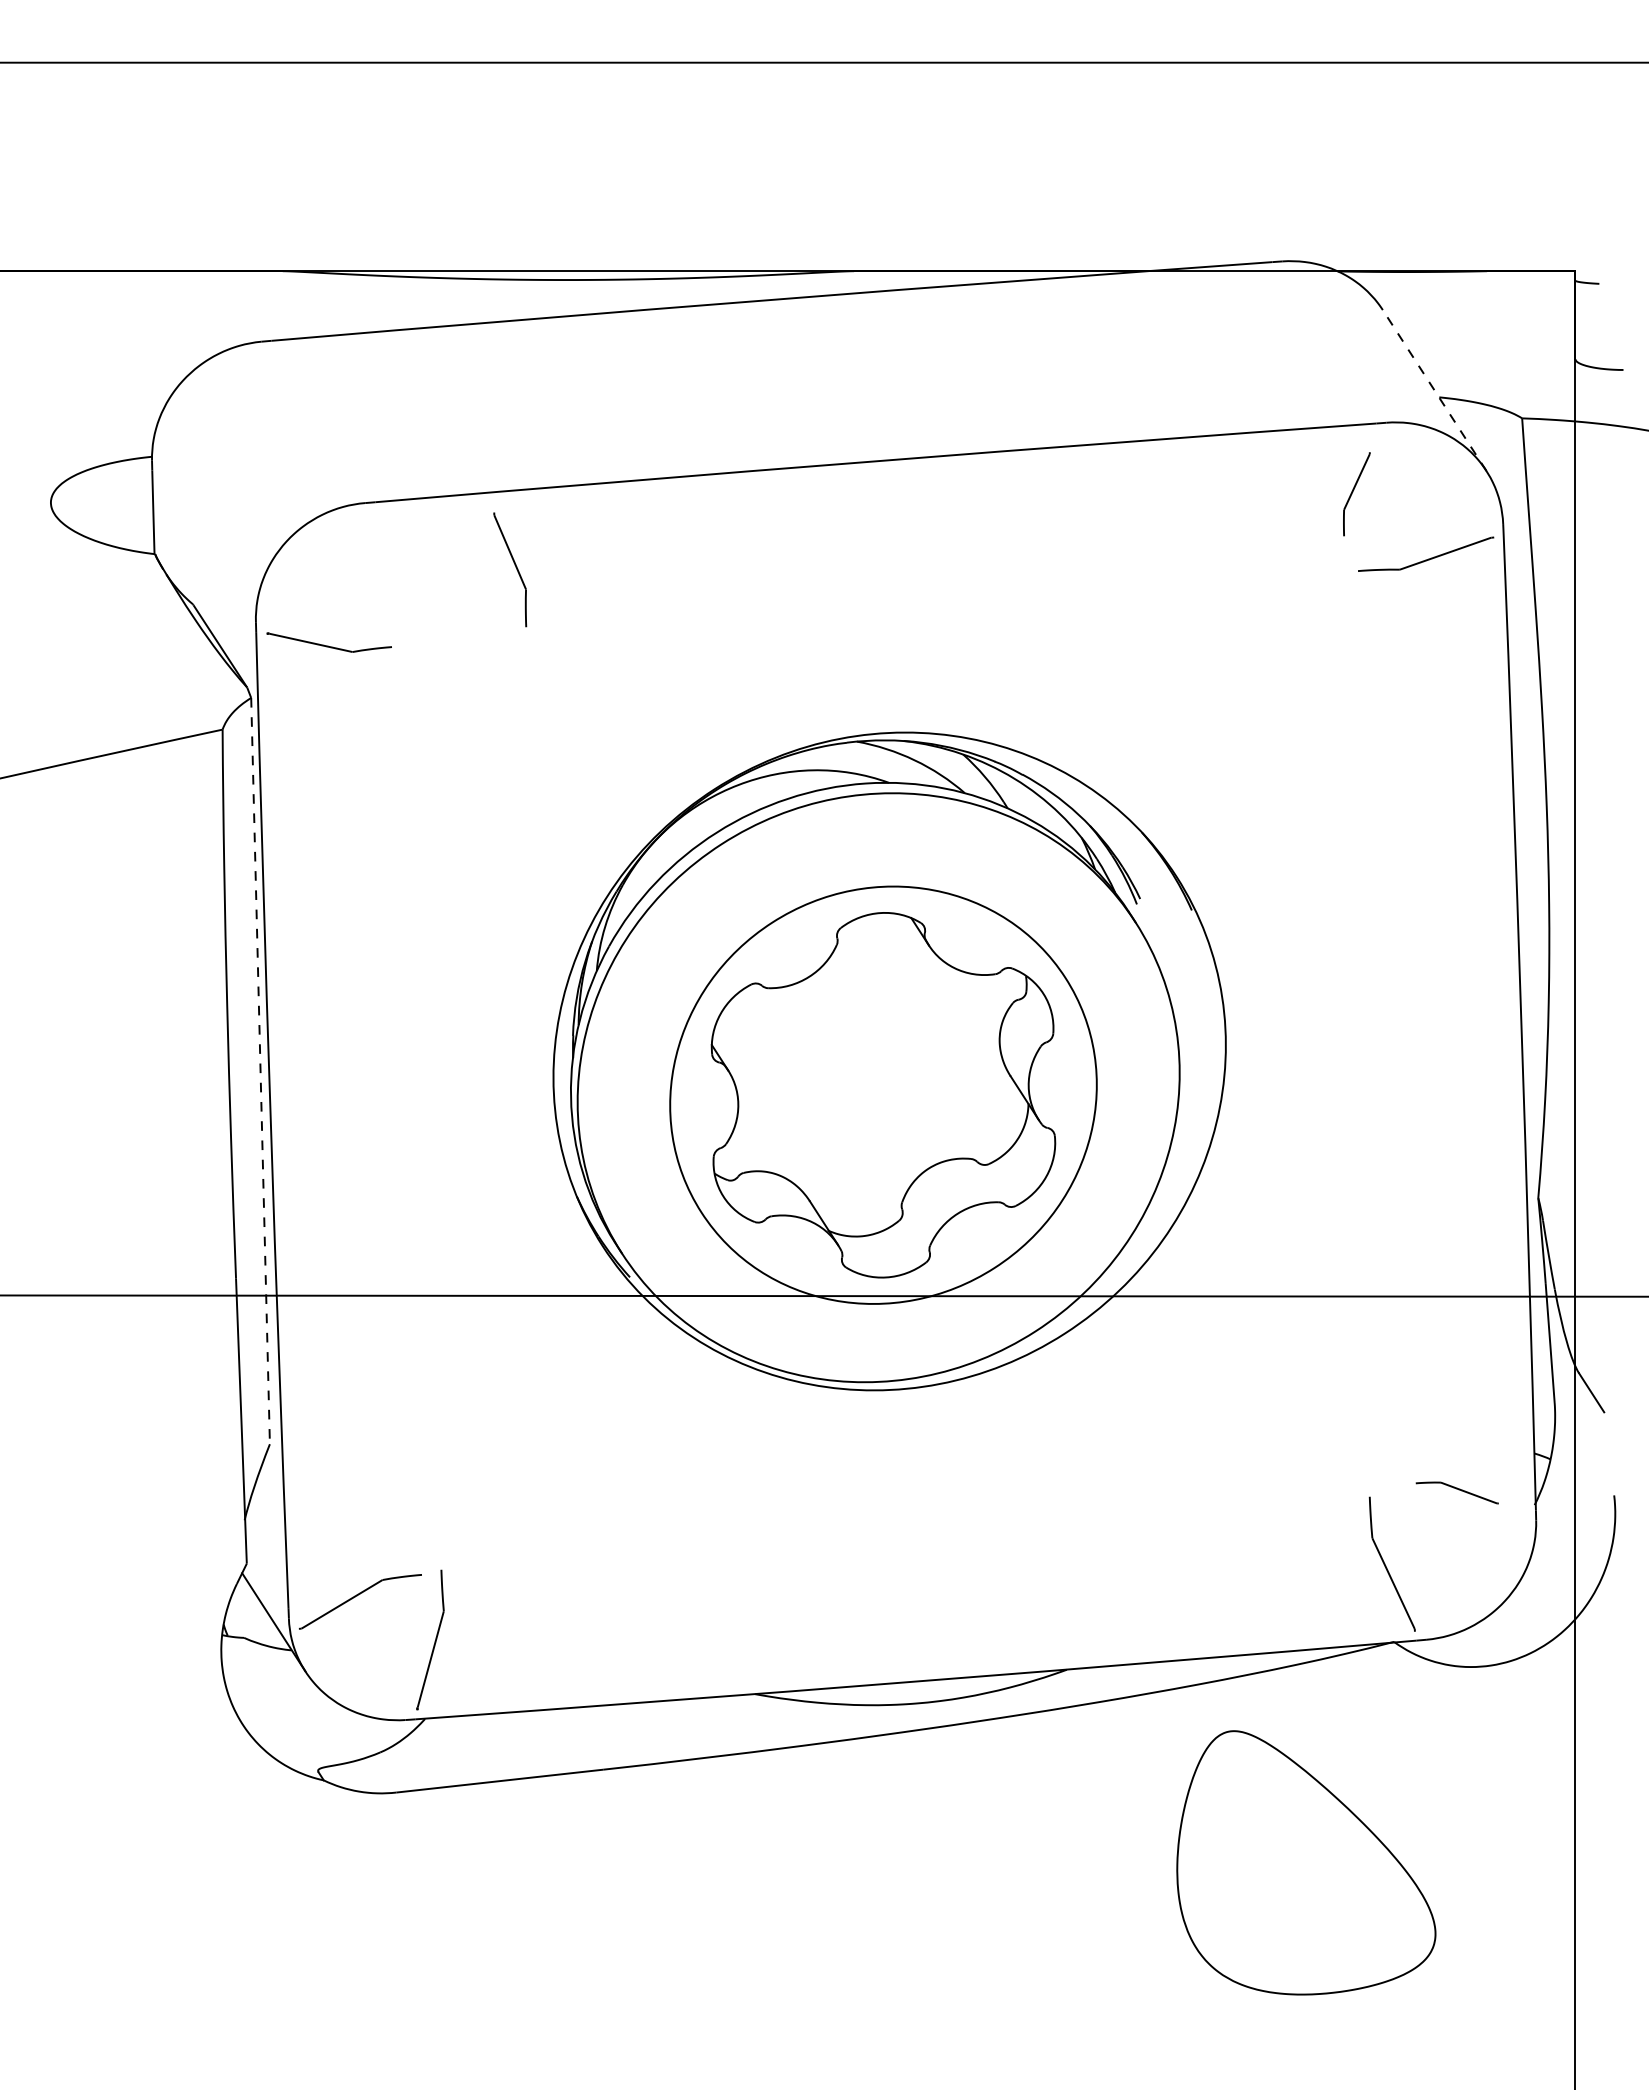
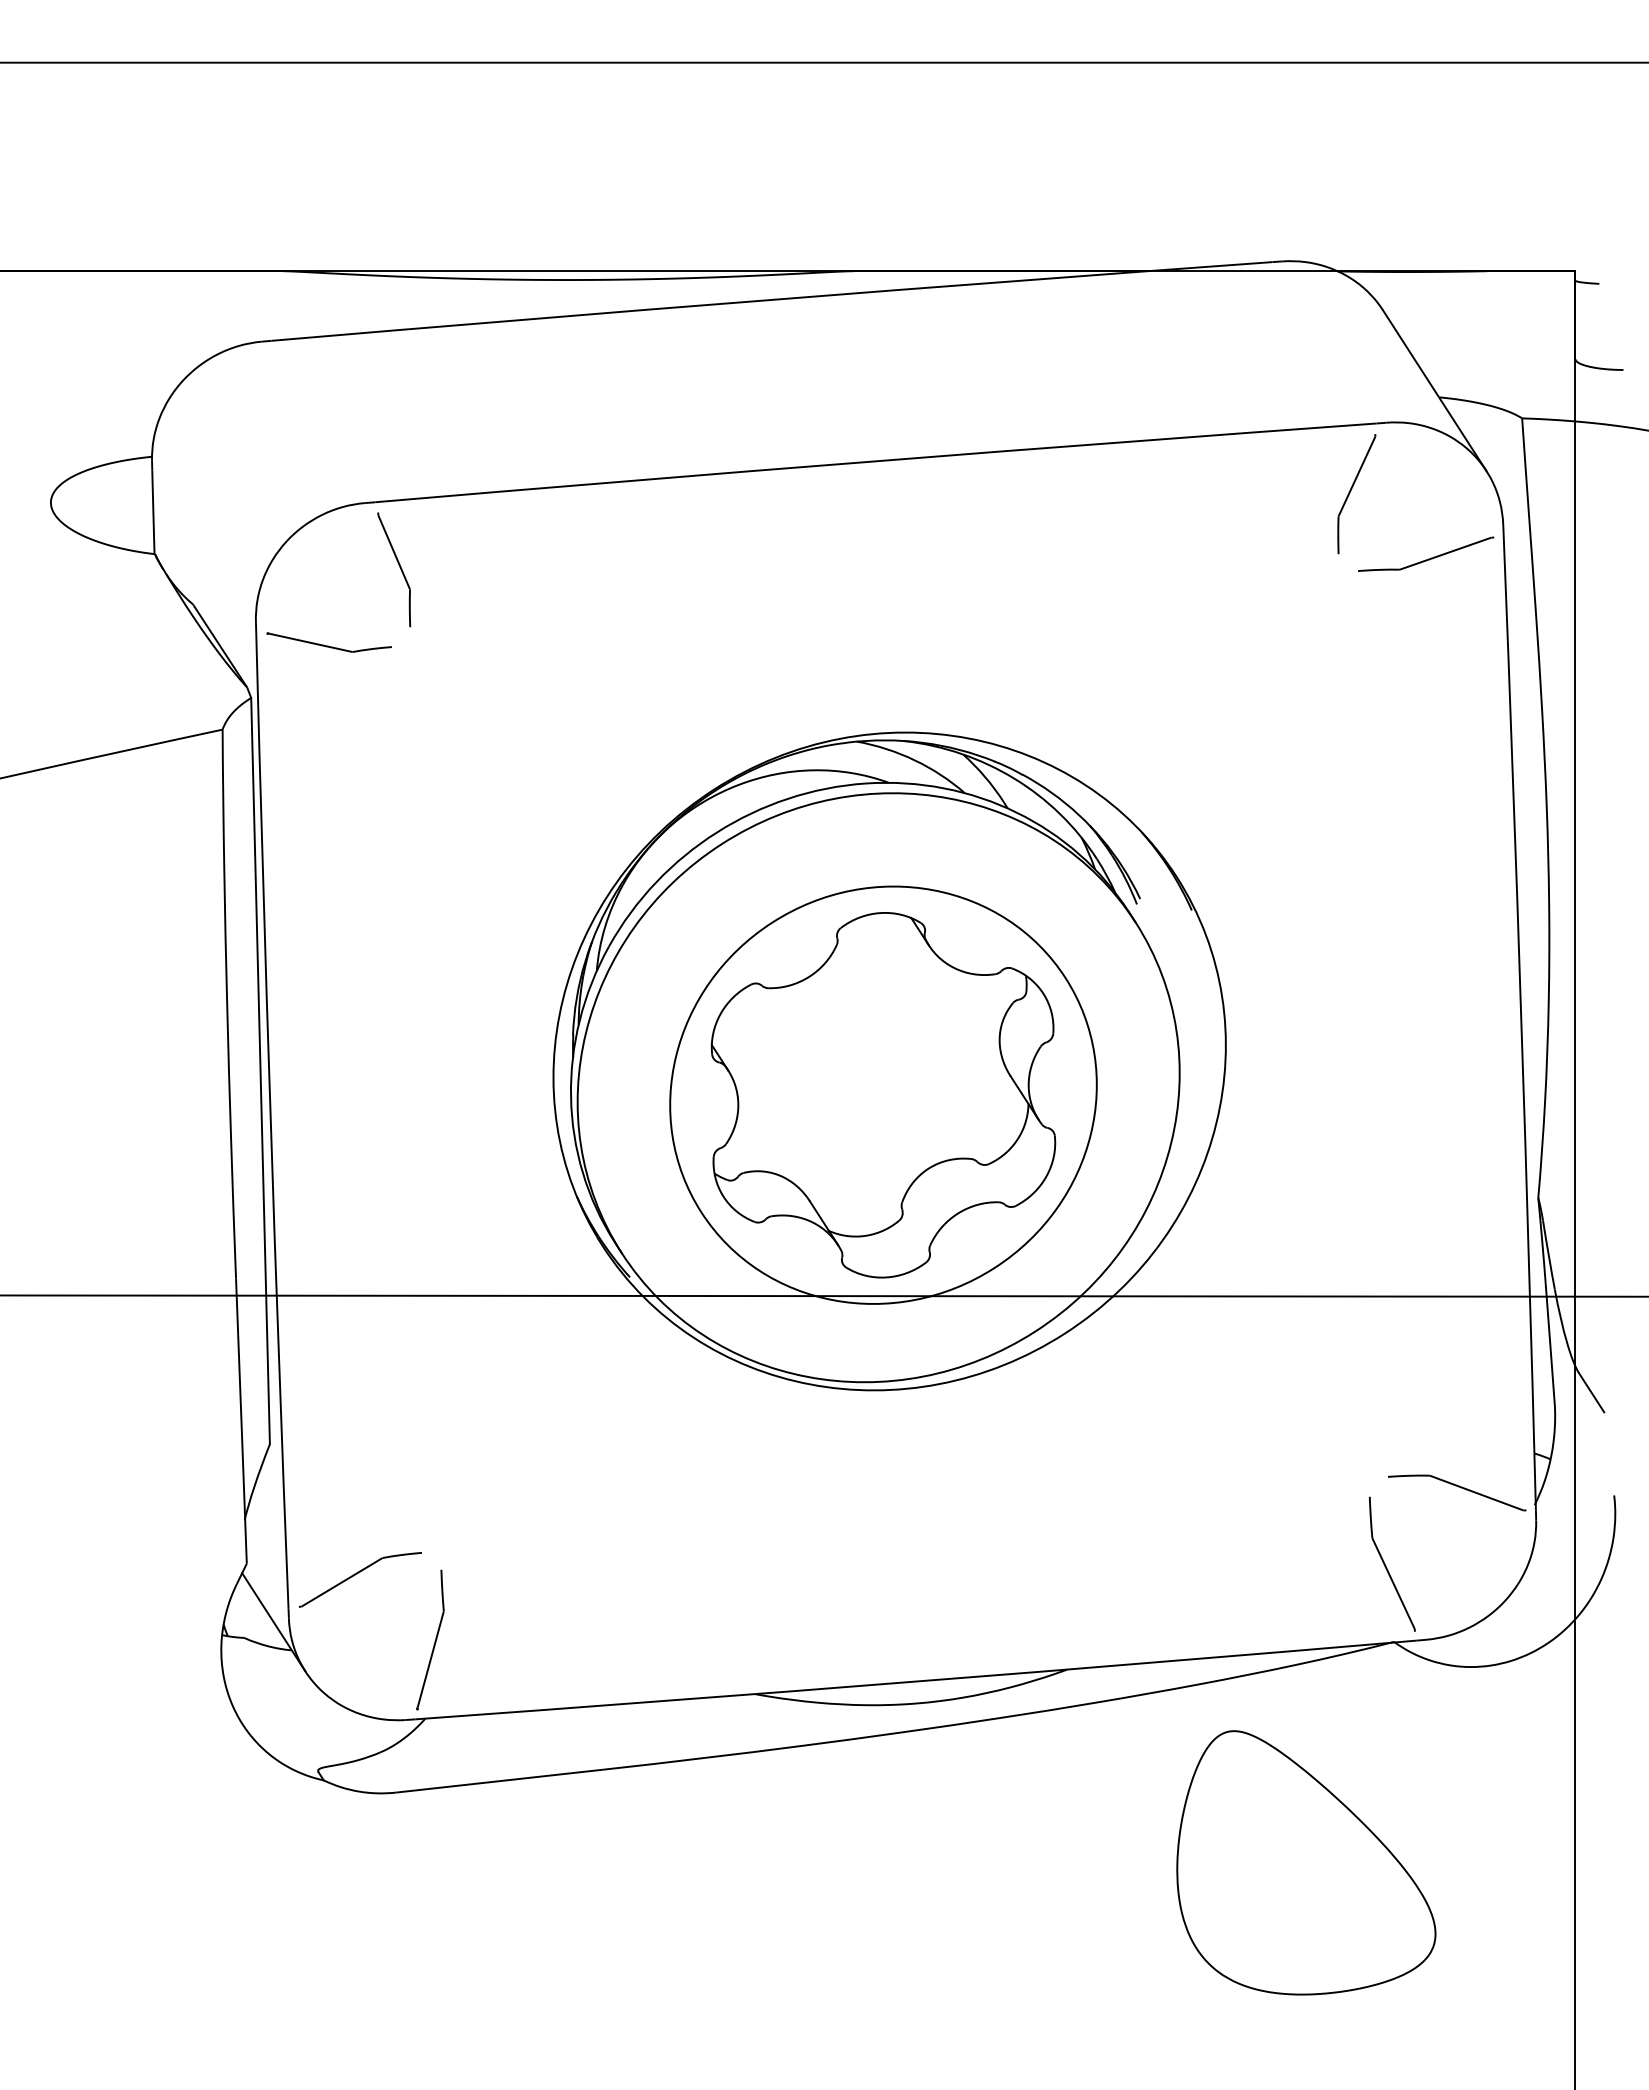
line at (1434, 390): dashed -> solid
part at (1356, 494) size: 28x85 px -> 40x121 px
part at (510, 569) position: (510, 569) -> (394, 569)
line at (260, 1071): dashed -> solid
part at (1456, 1492) size: 84x24 px -> 139x38 px
part at (360, 1601) position: (360, 1601) -> (360, 1579)
